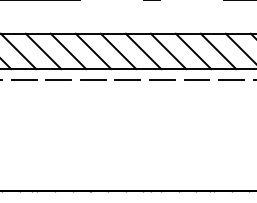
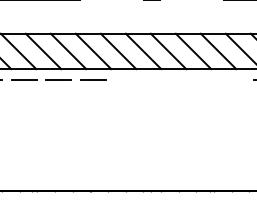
line at (162, 79): present -> none
line at (127, 80): present -> none
line at (196, 80): present -> none
line at (231, 80): present -> none
